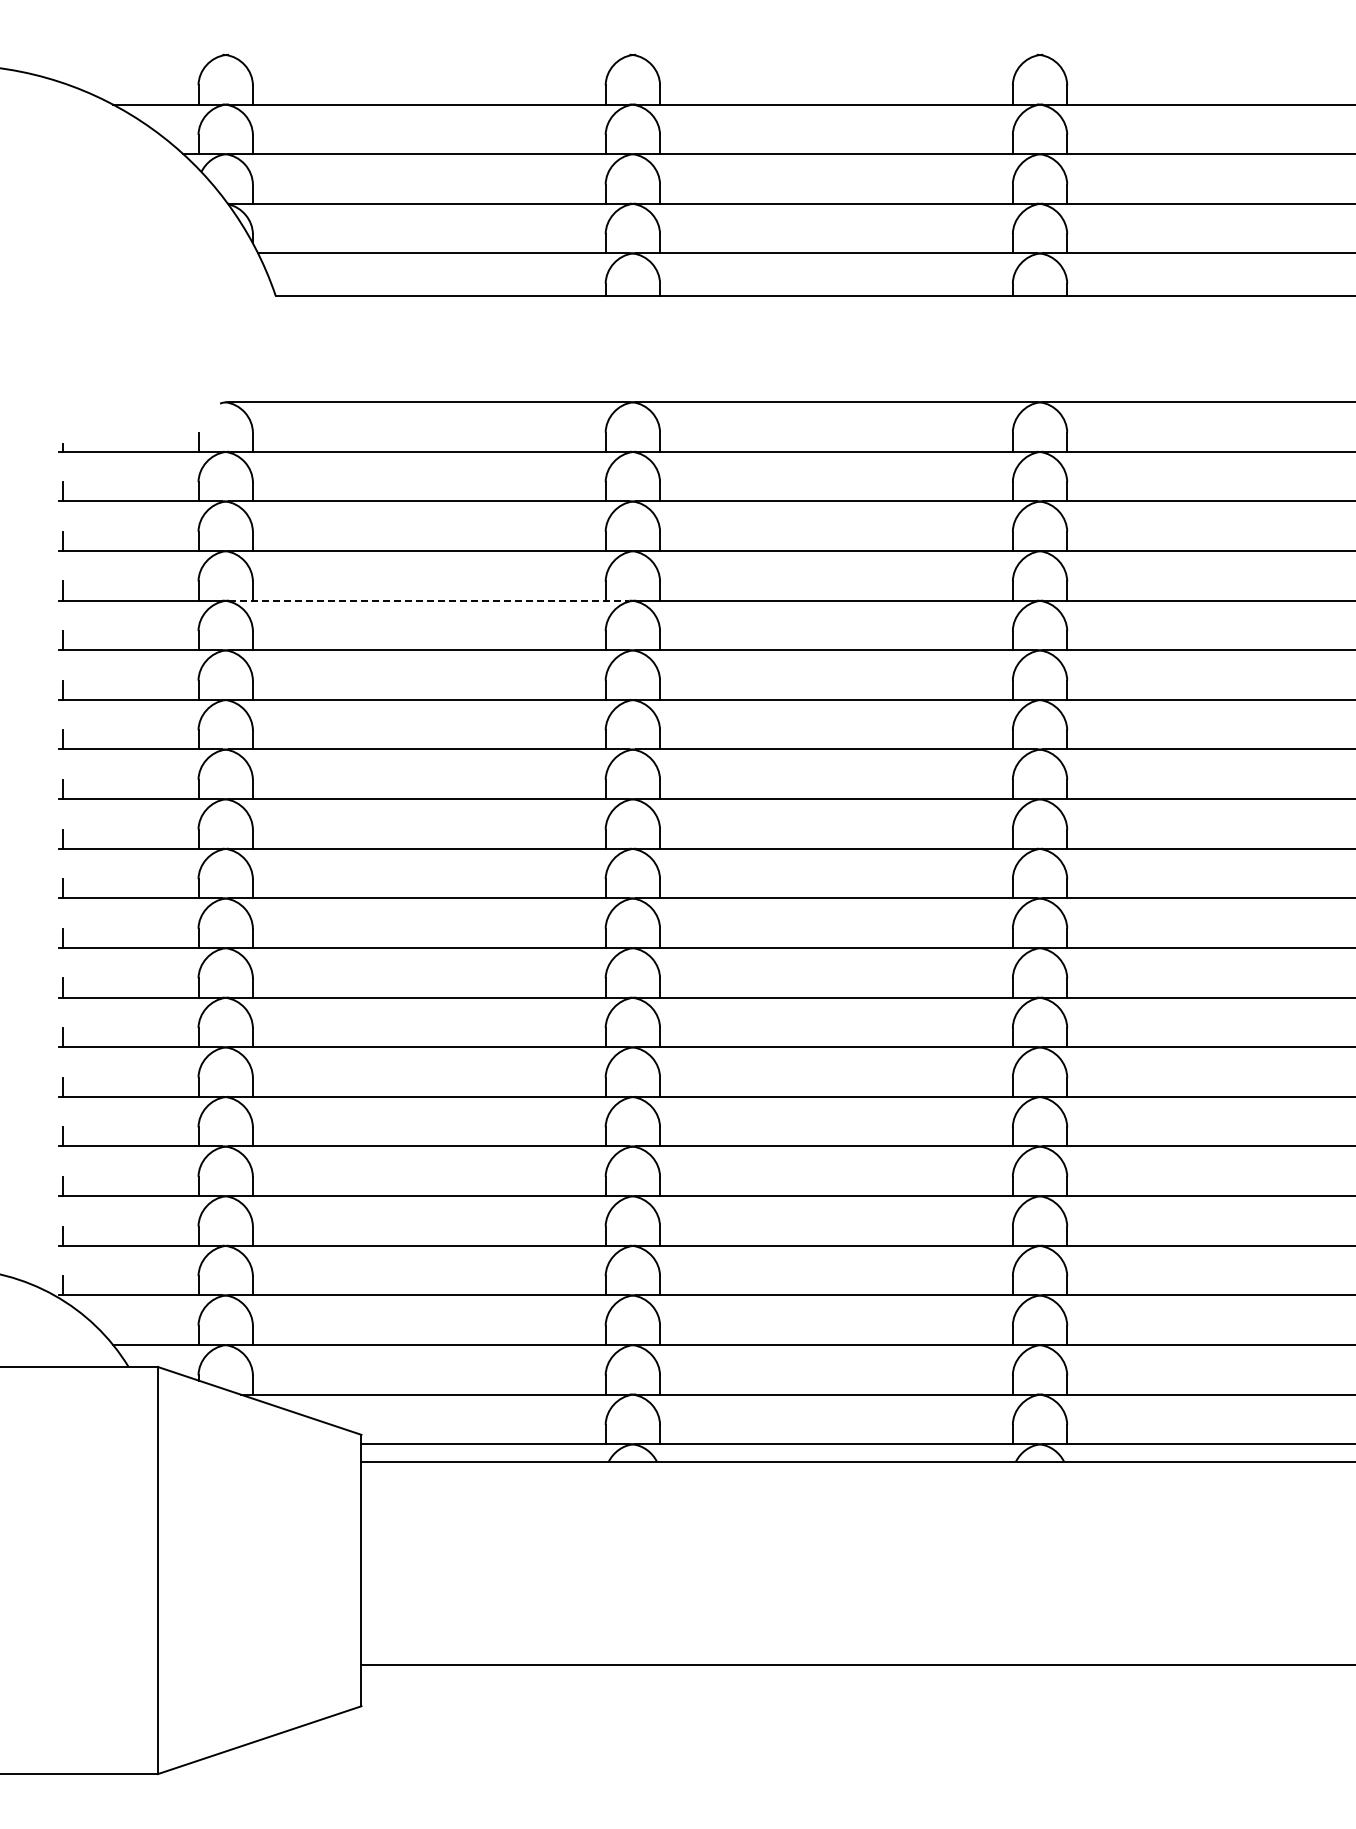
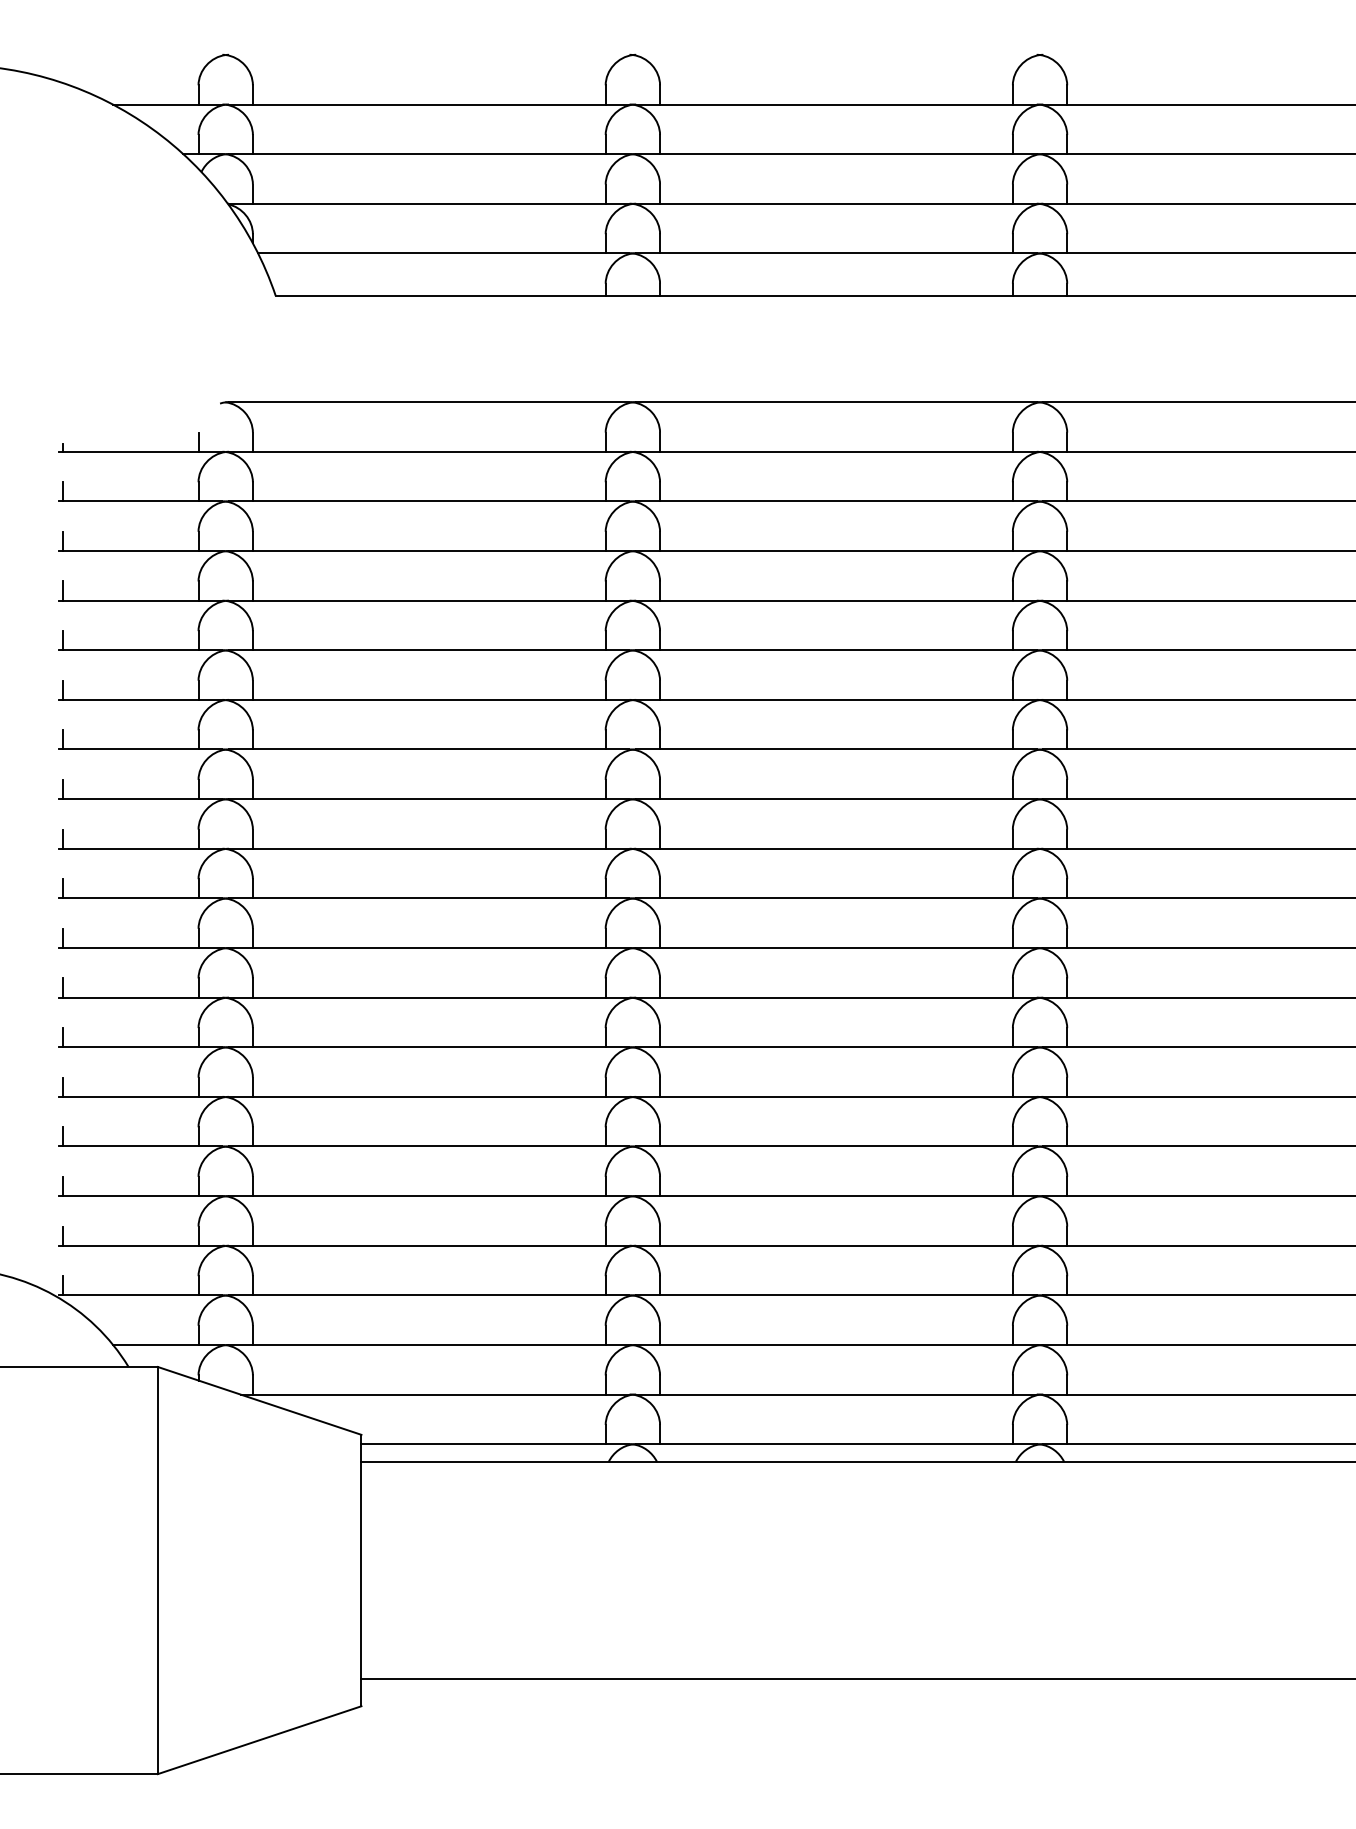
line at (429, 600): dashed -> solid
line at (856, 1665) position: (856, 1665) -> (856, 1679)
